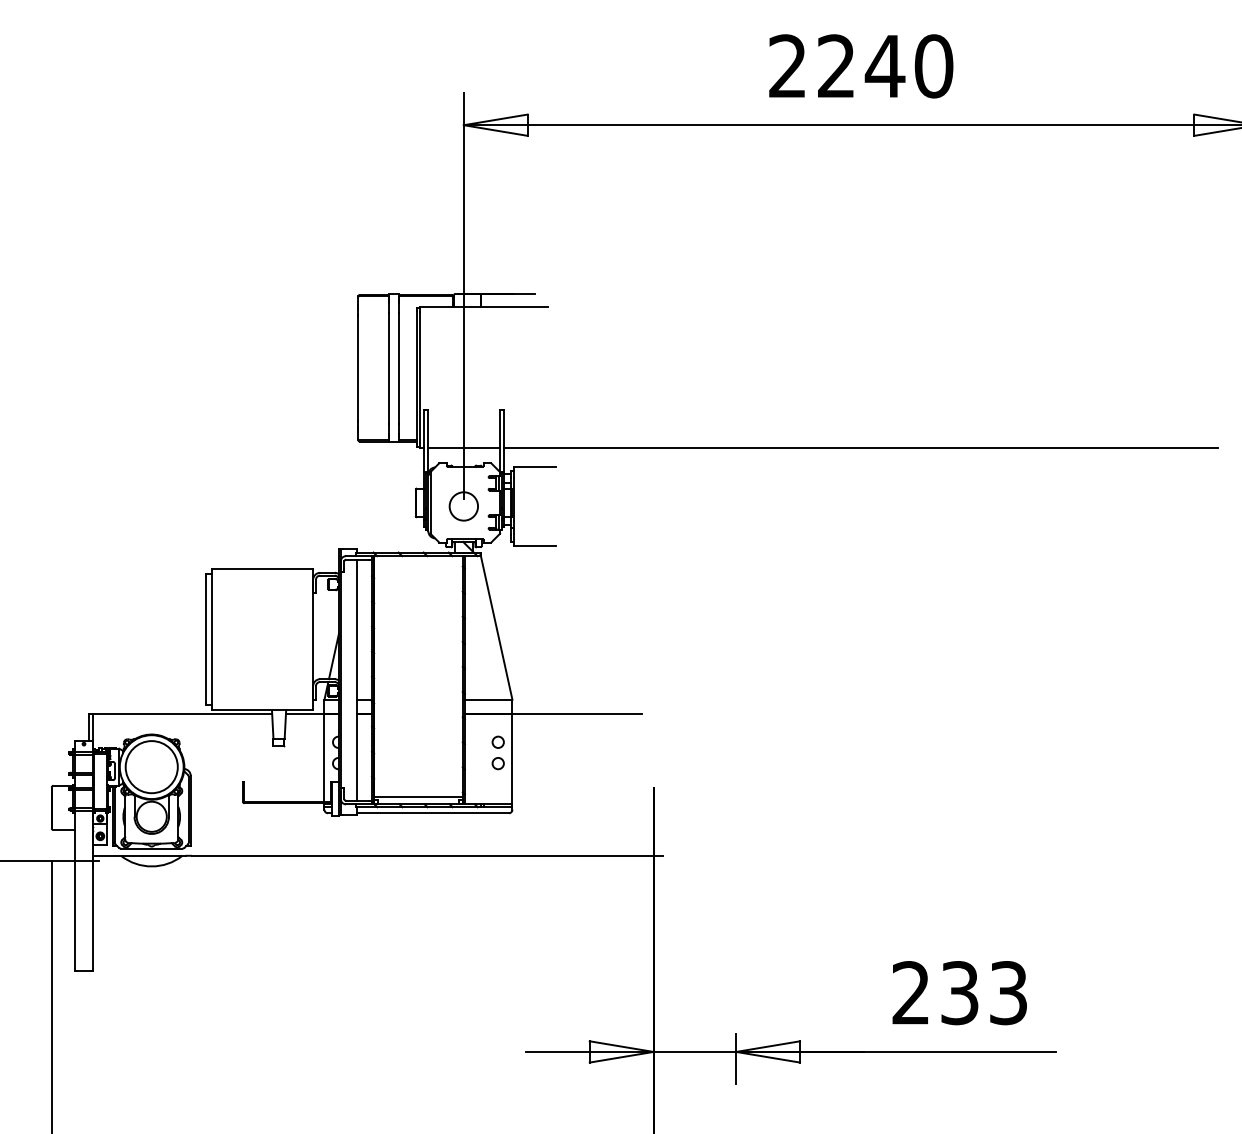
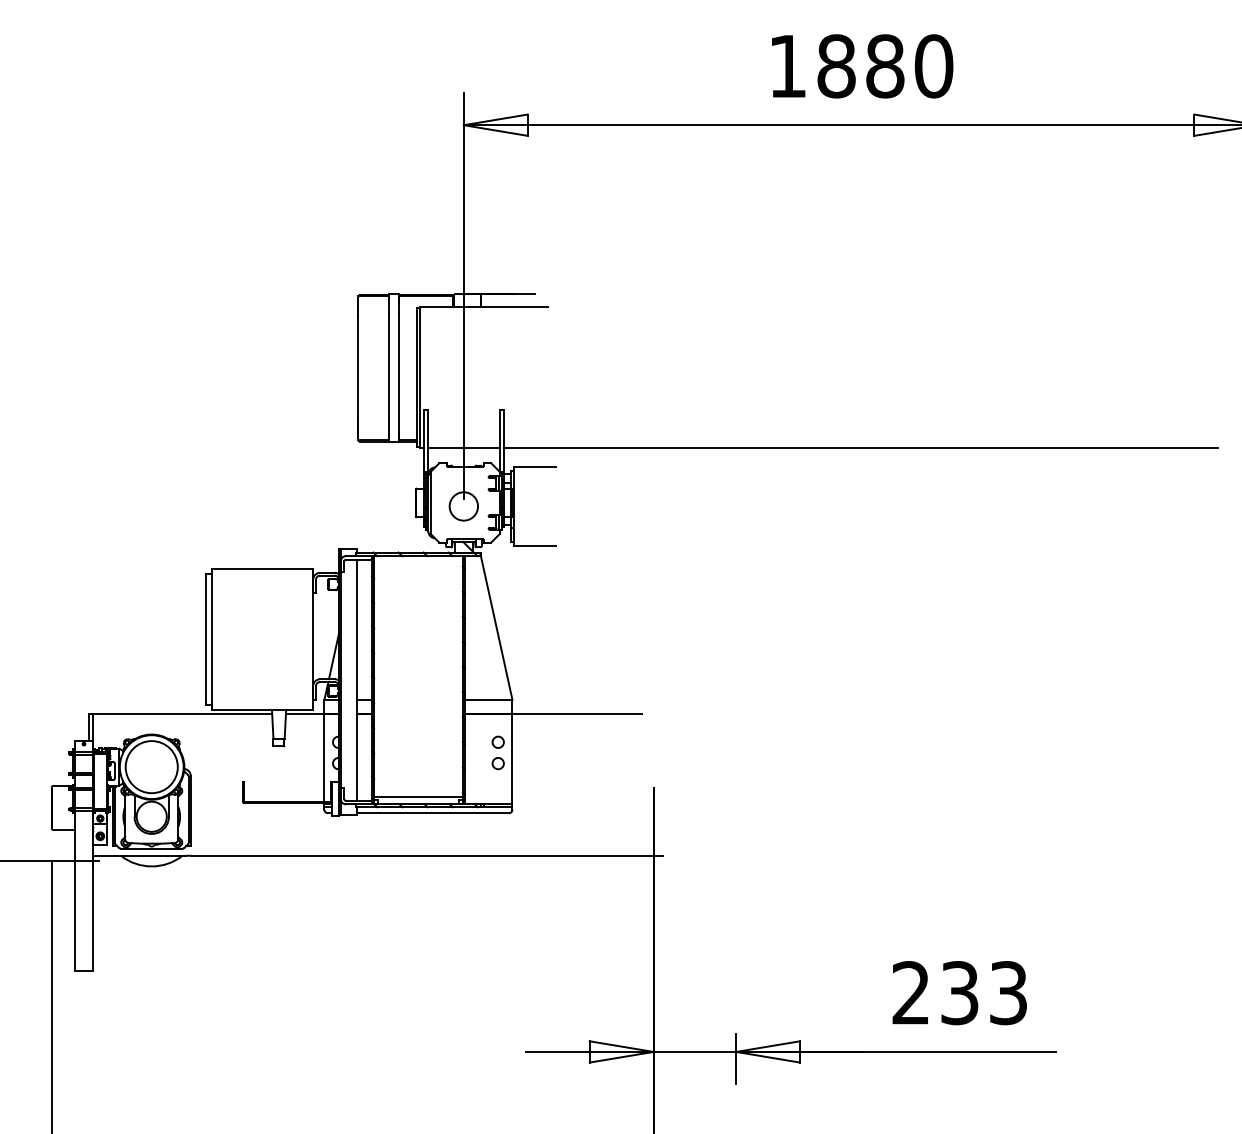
text at (837, 66): 2240 -> 1880
